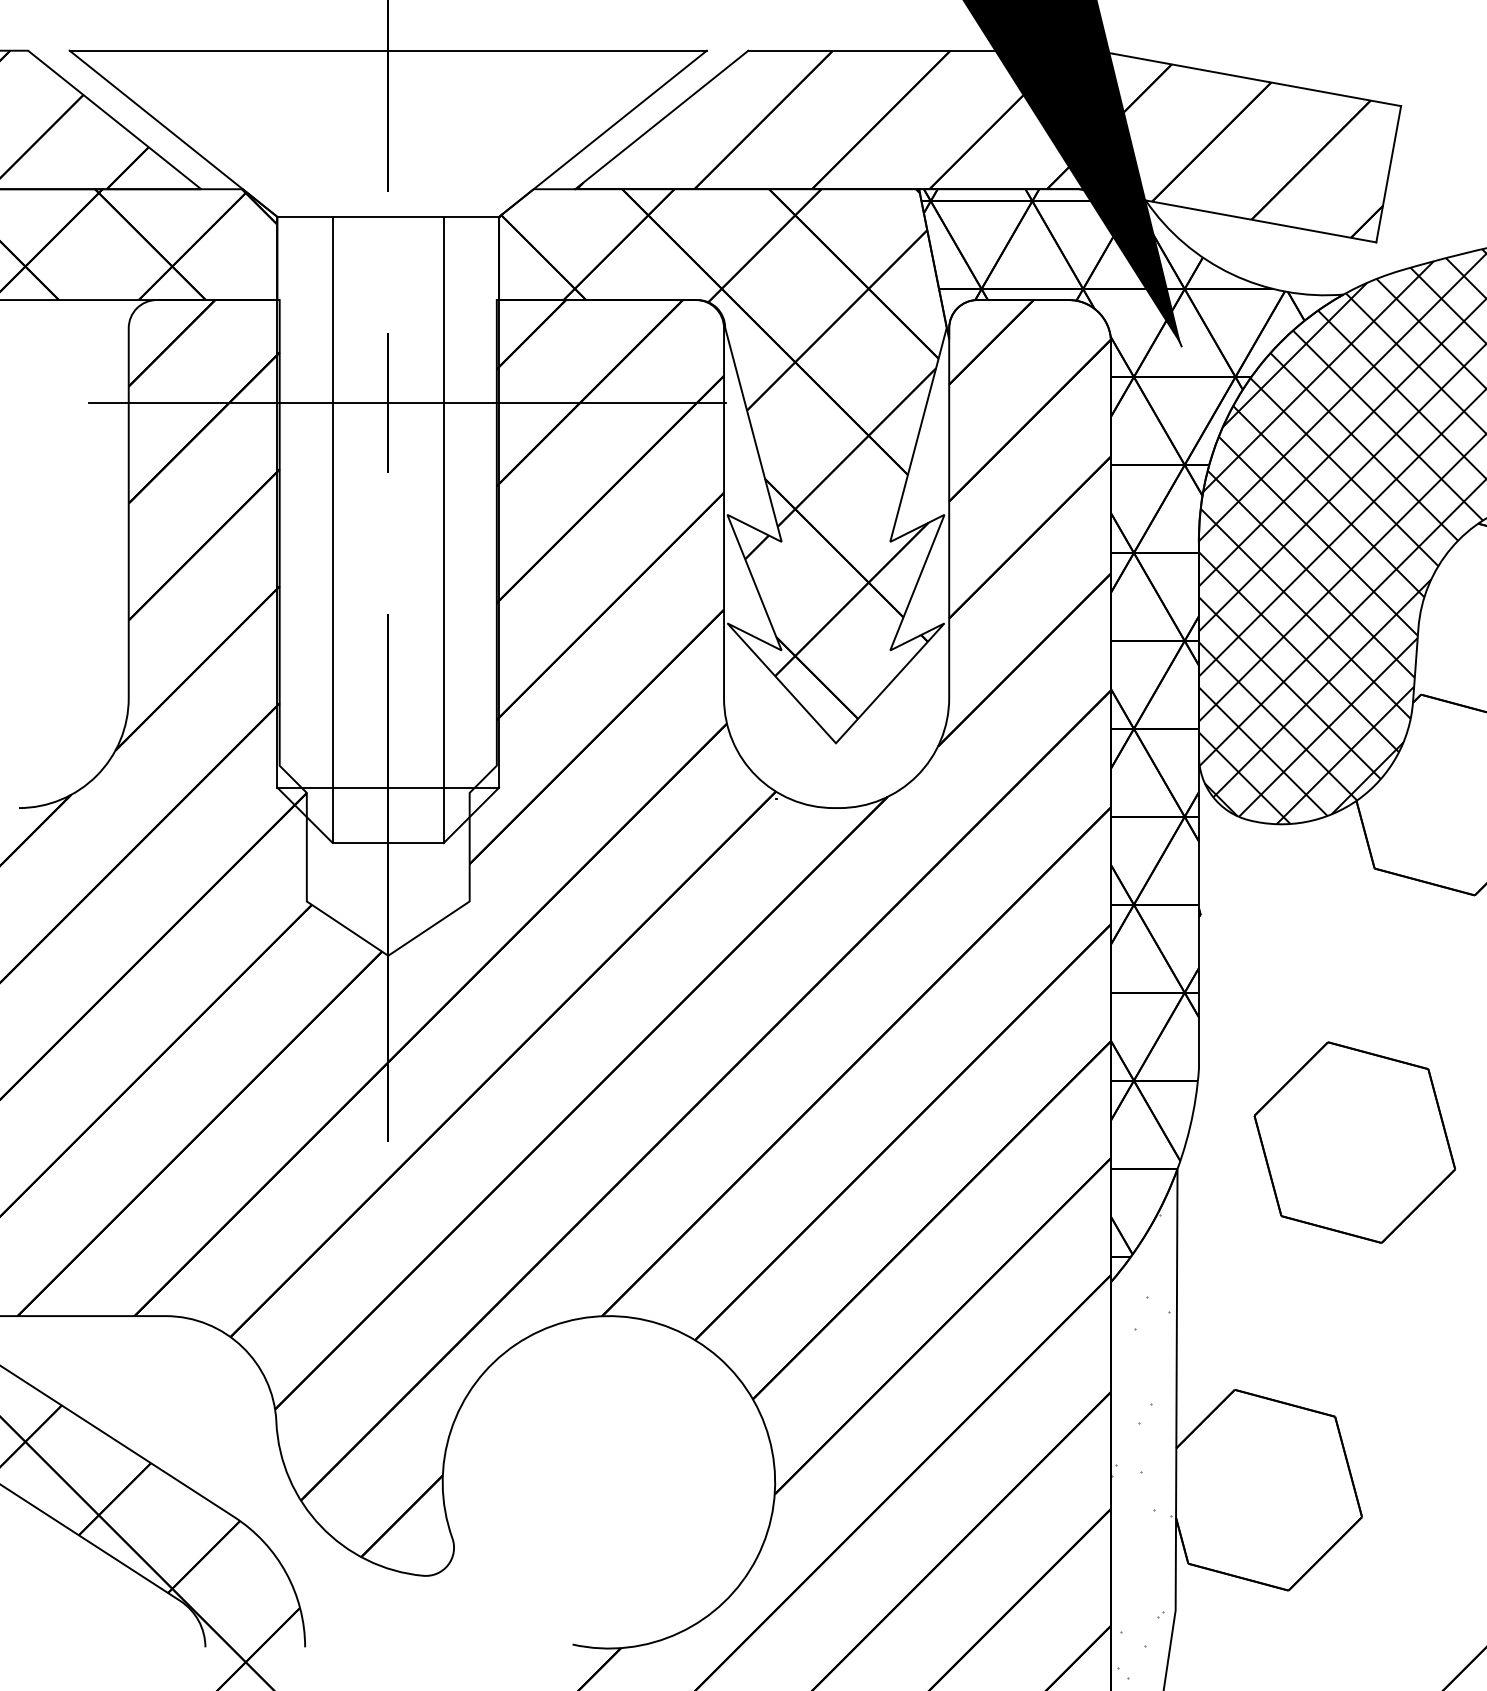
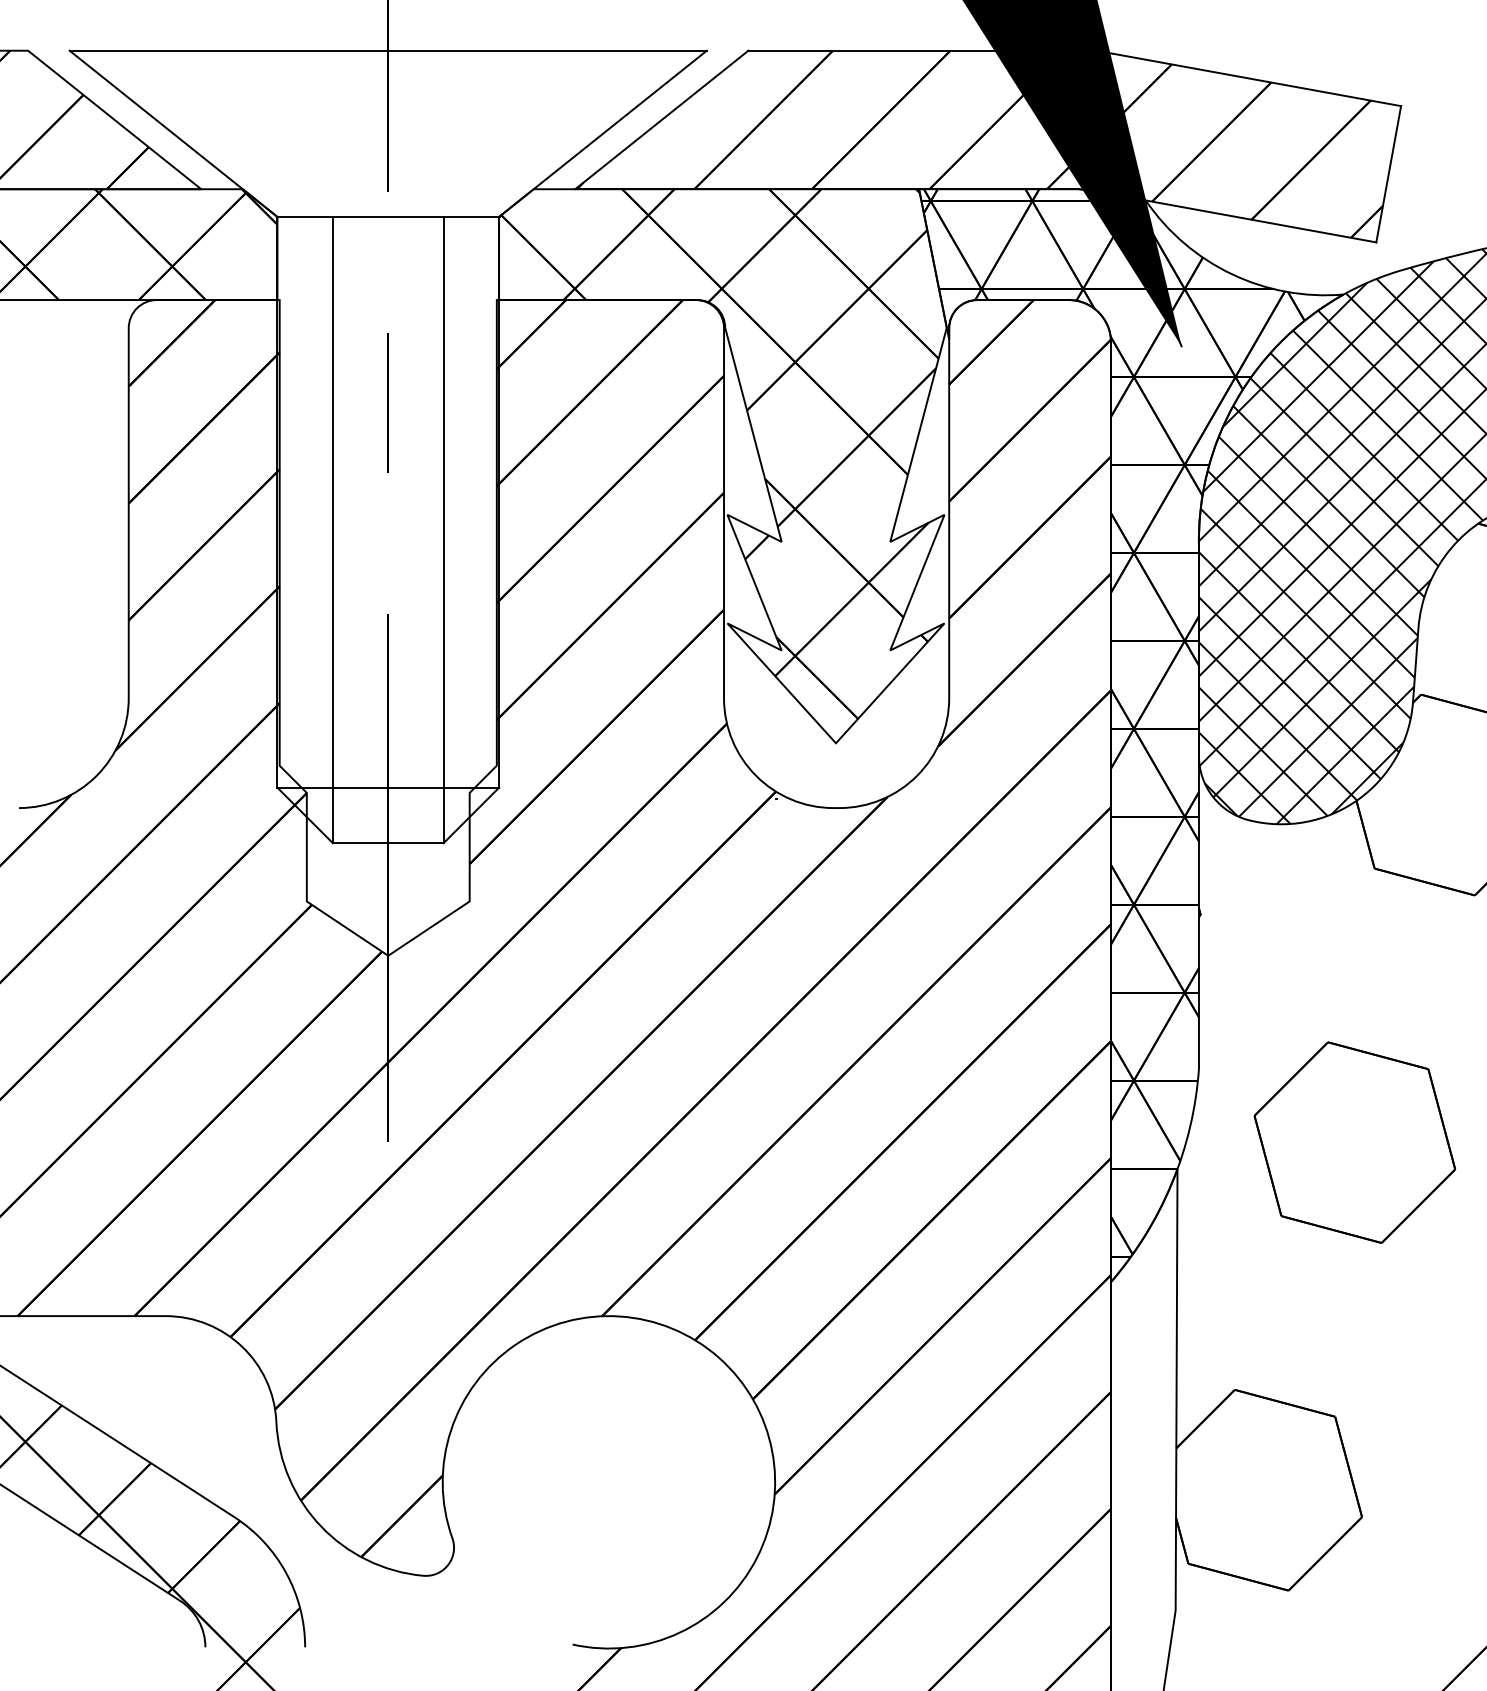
line at (406, 402): present -> none
hatch at (1141, 1446): present -> none
